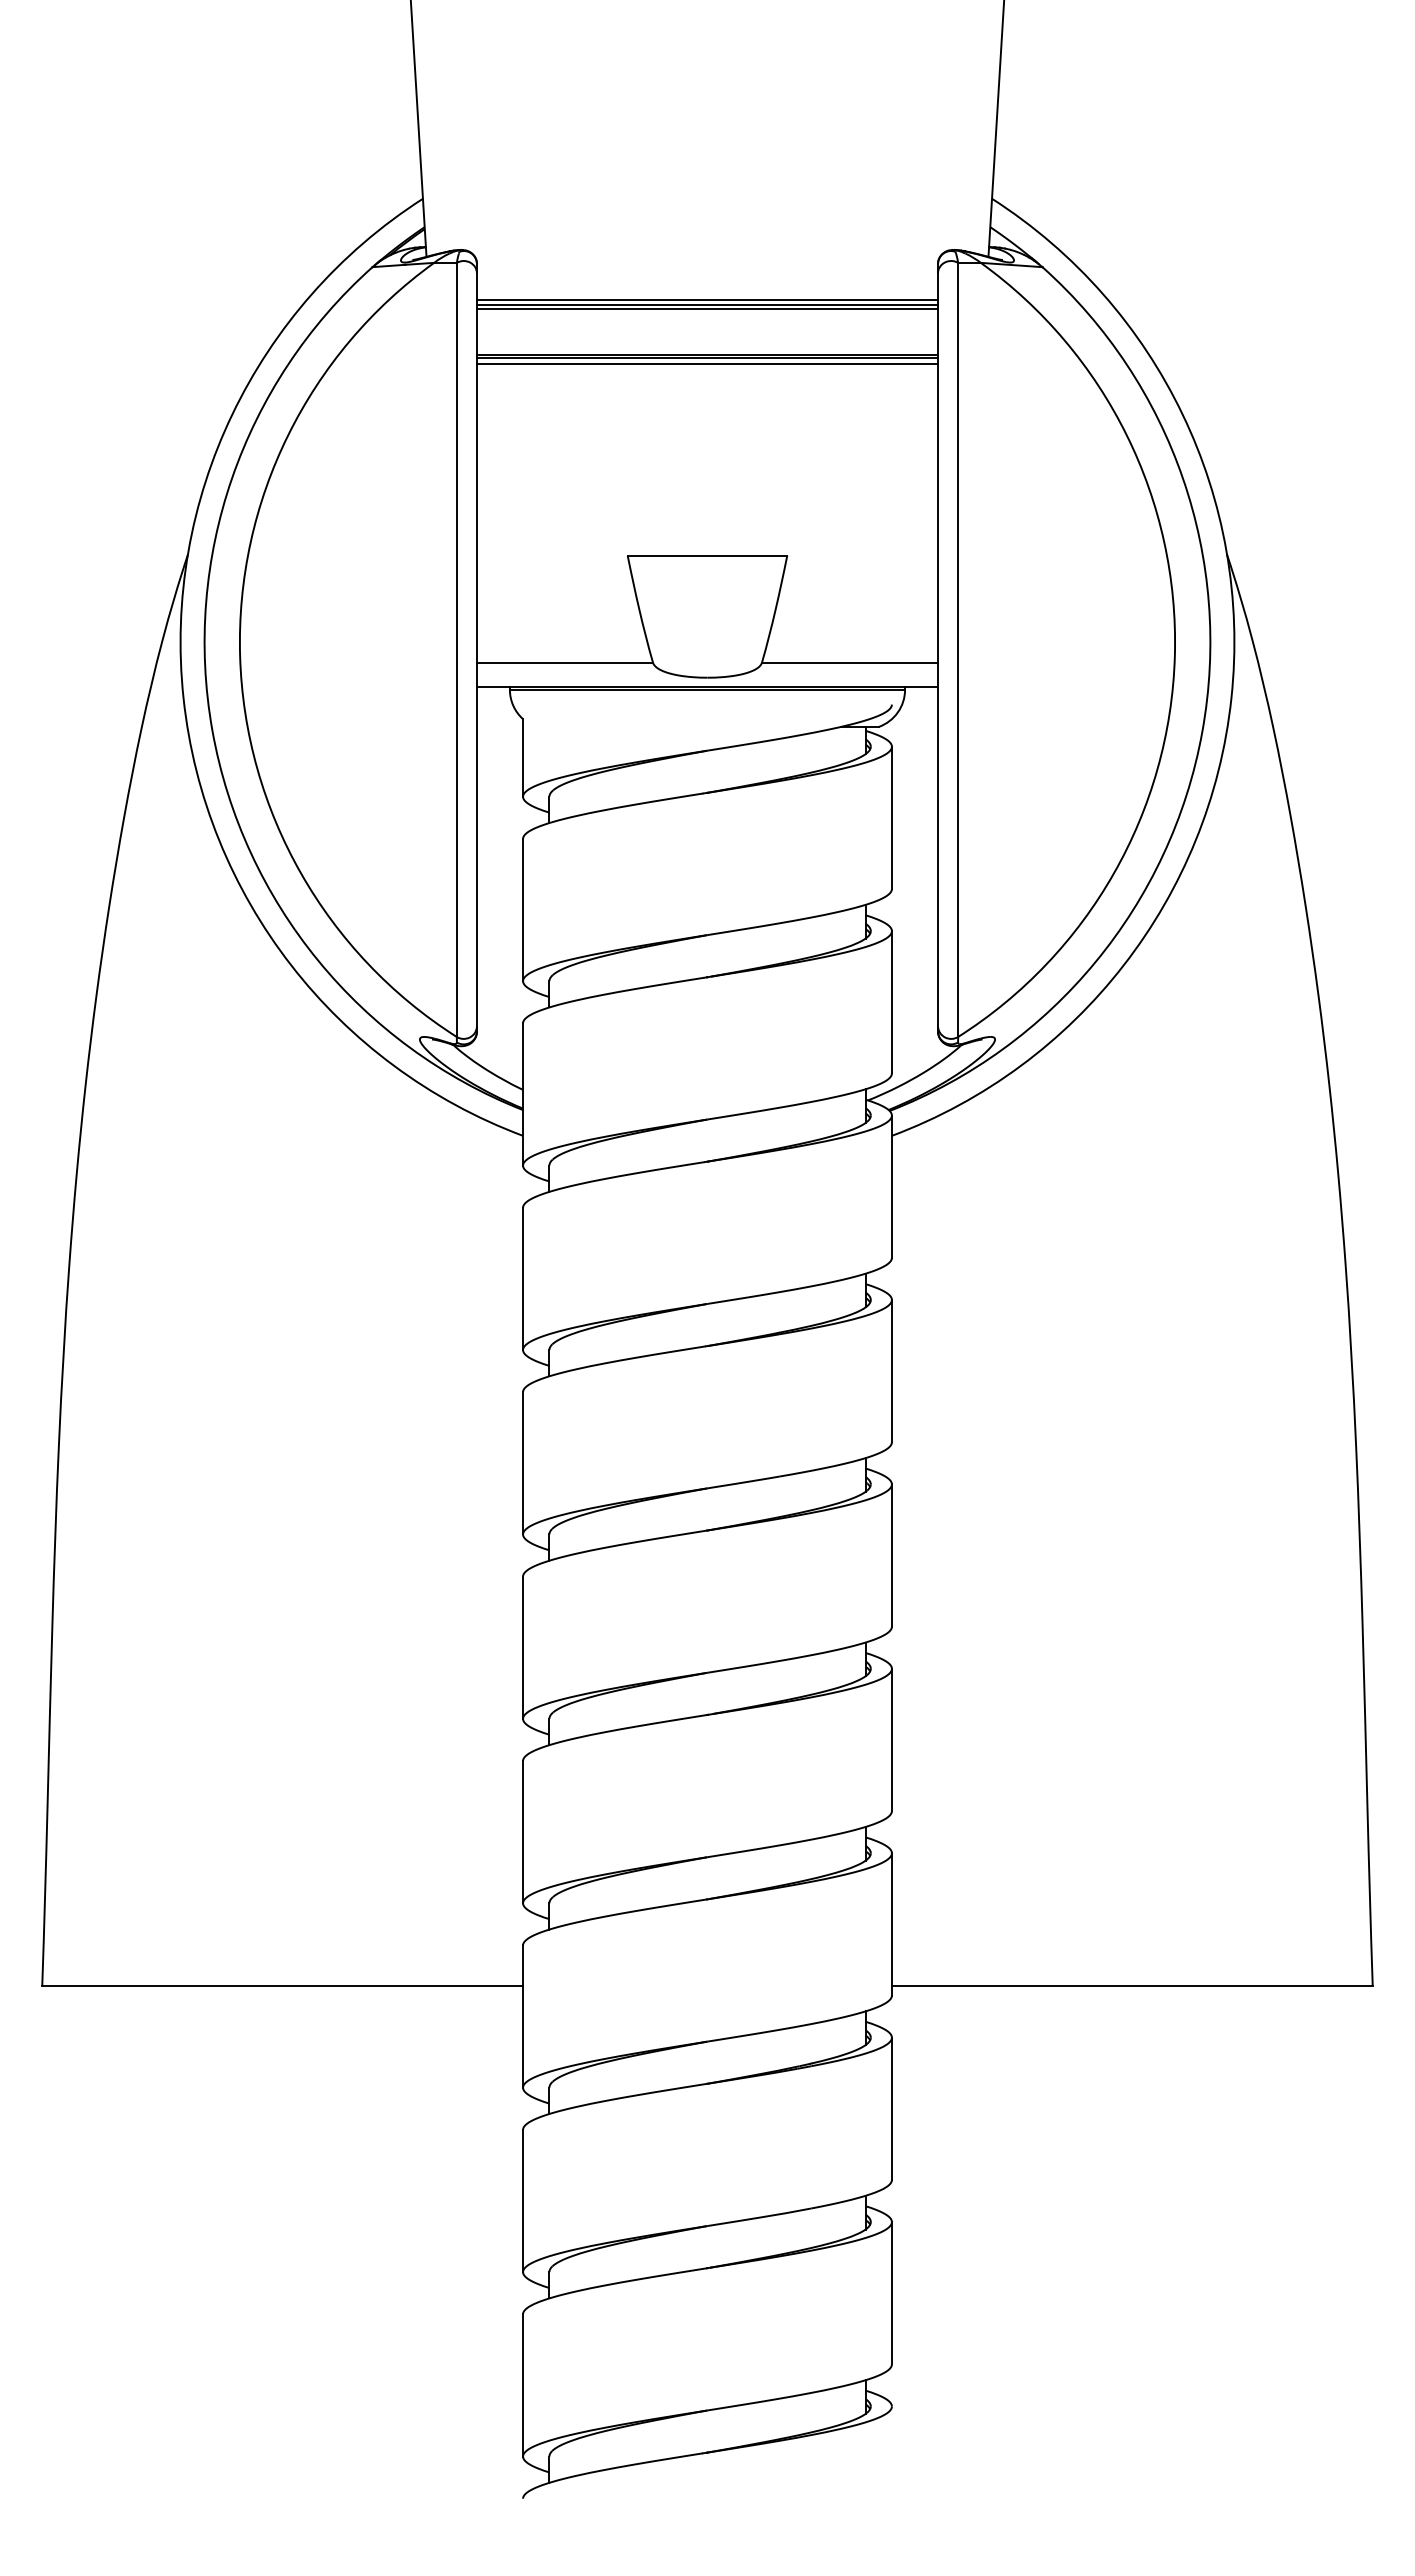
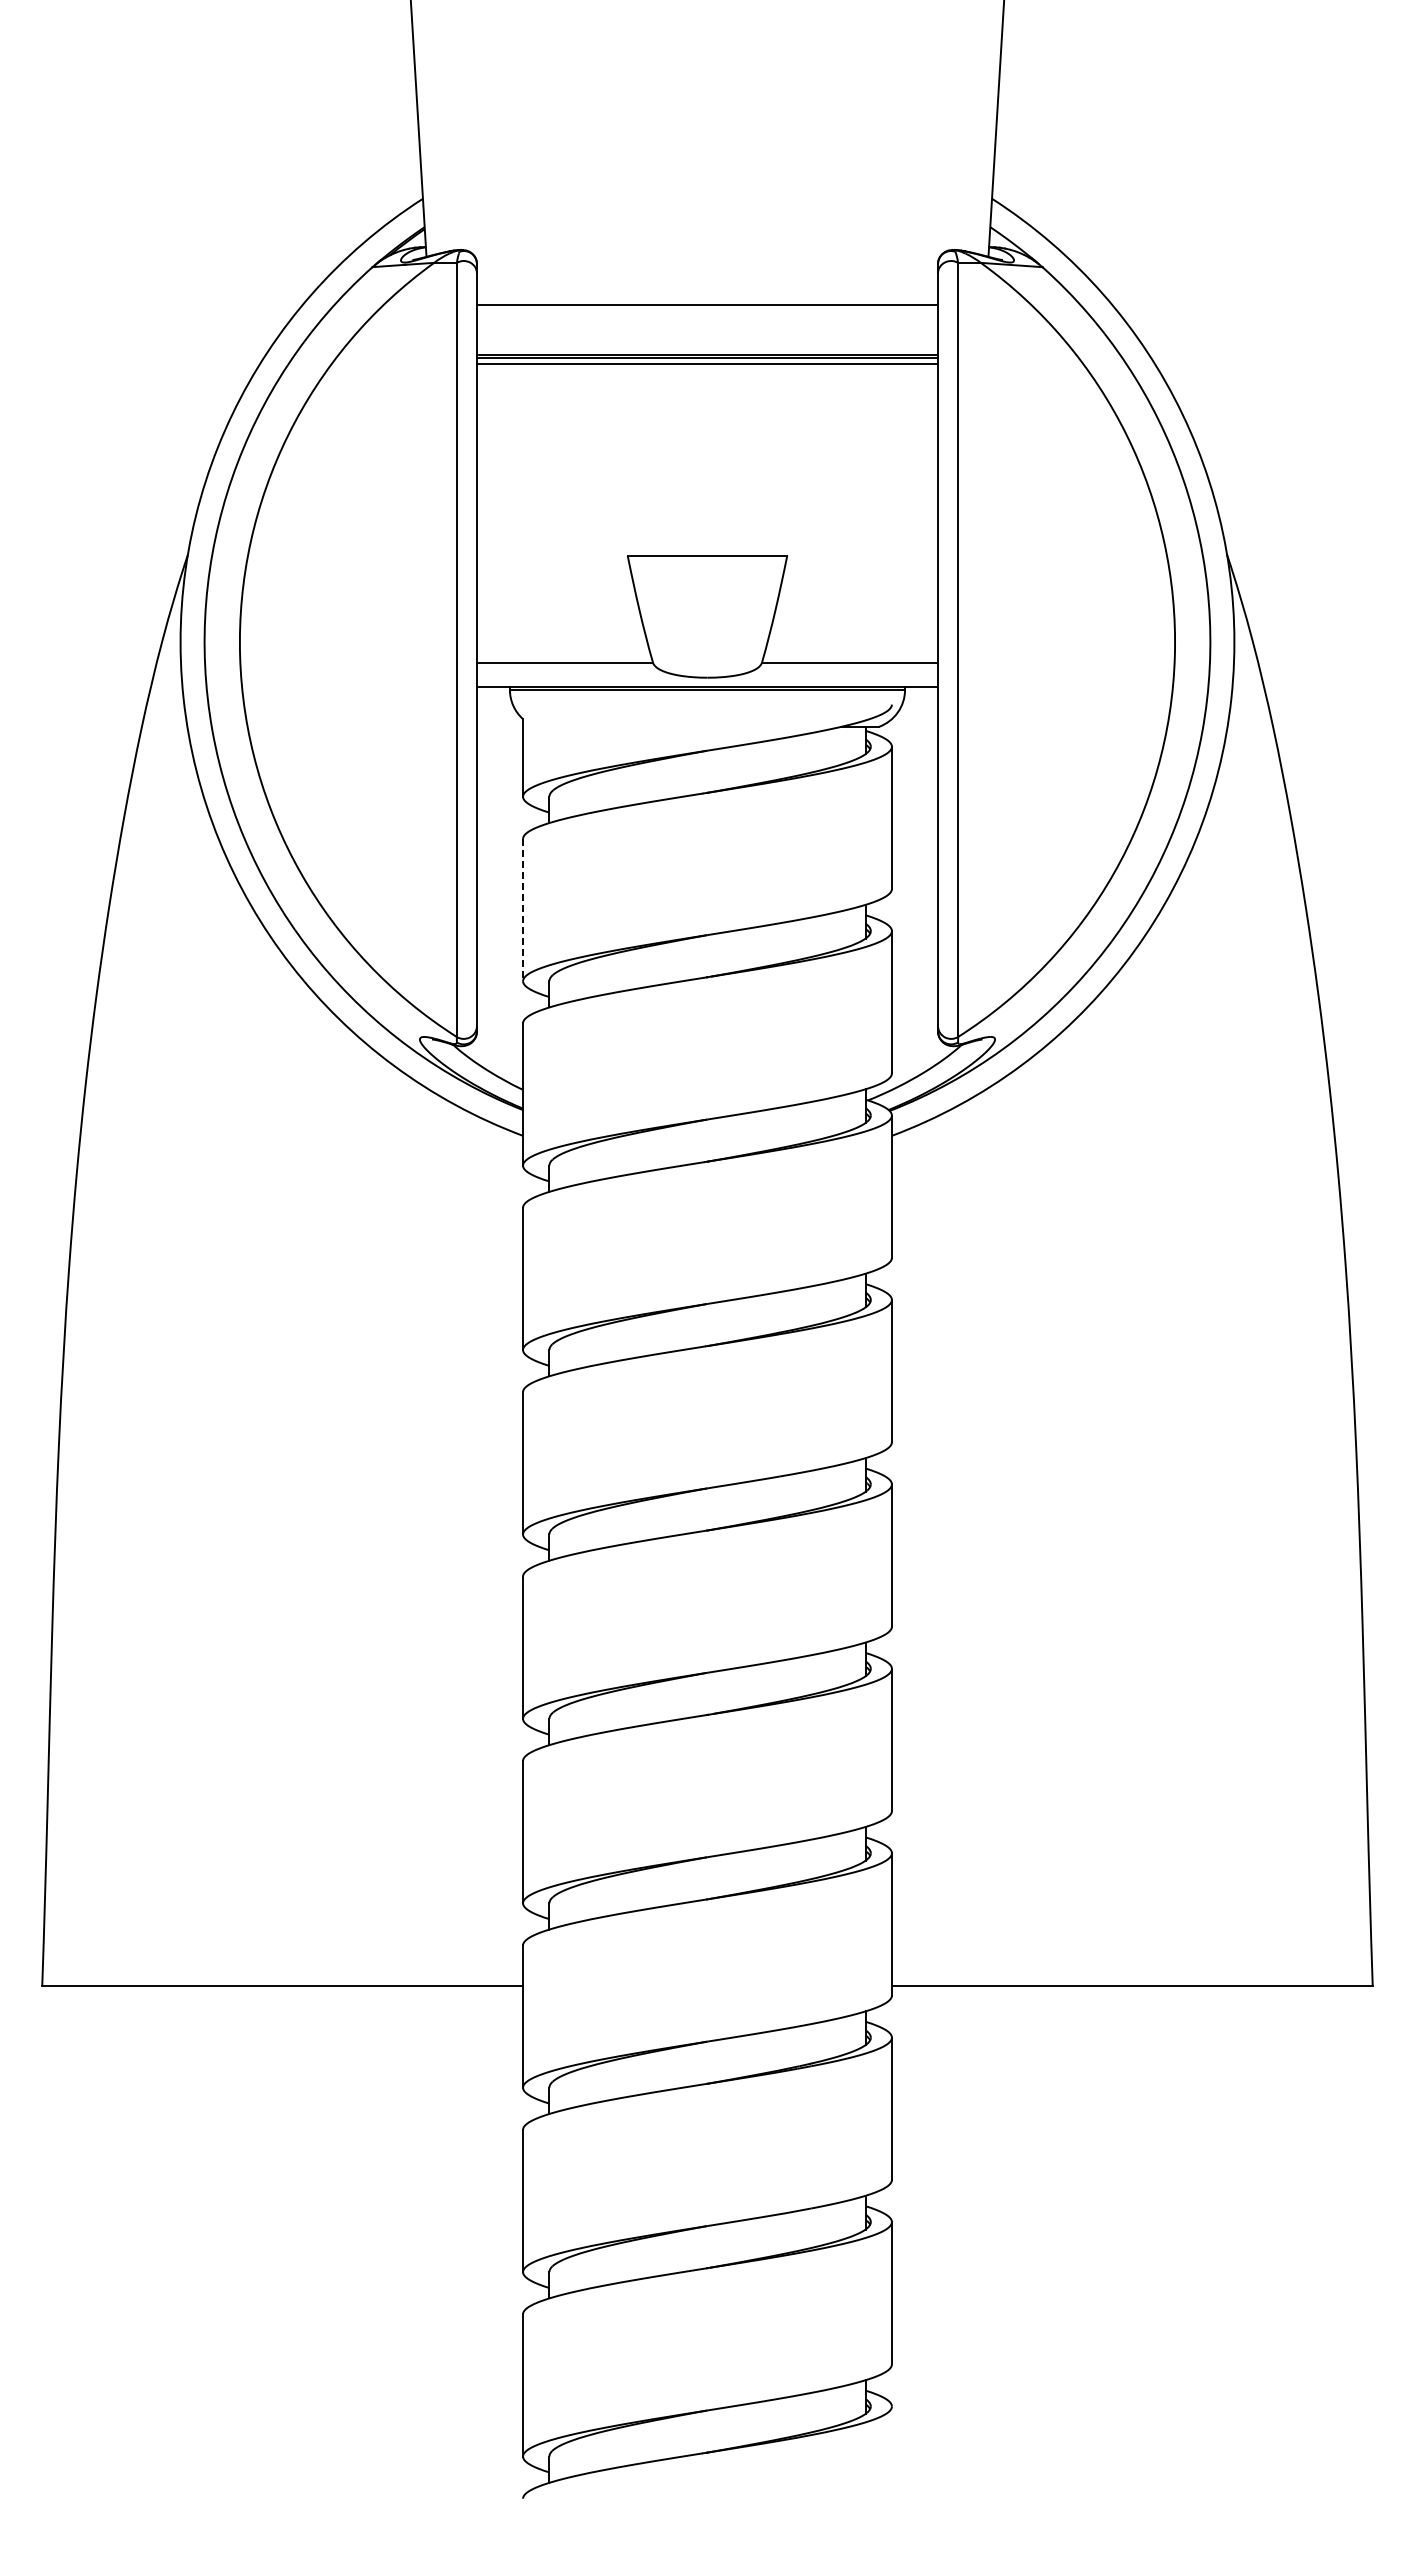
line at (707, 300): present -> none
line at (707, 308): present -> none
line at (523, 910): solid -> dashed
